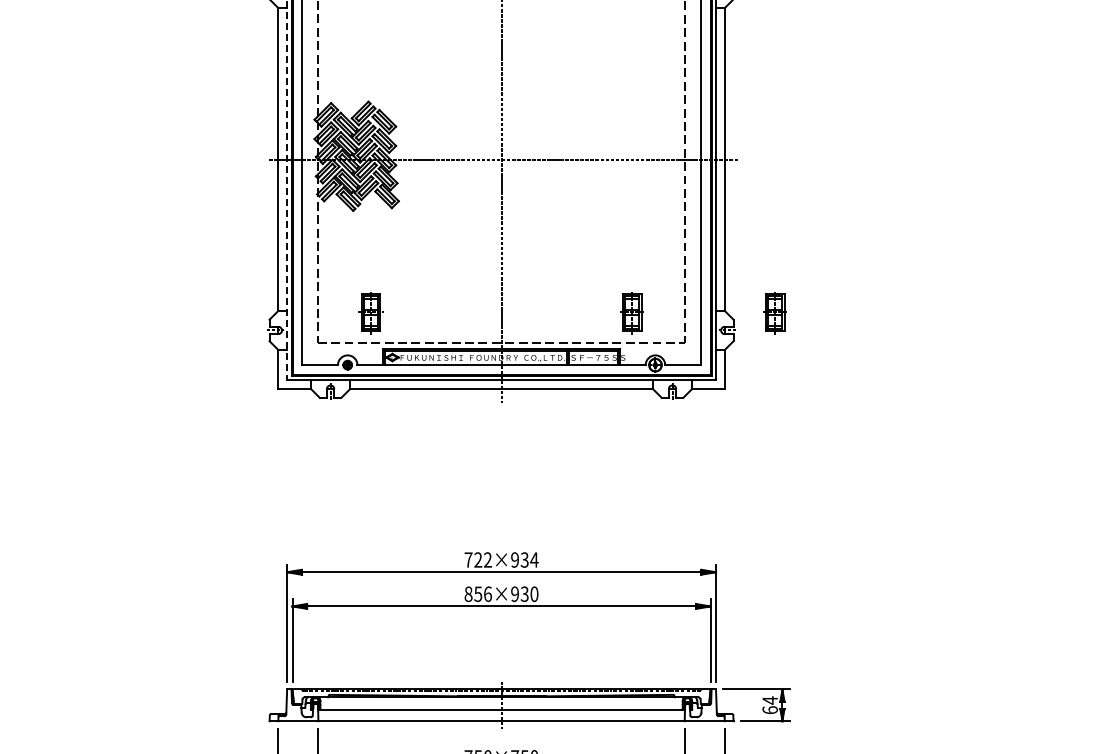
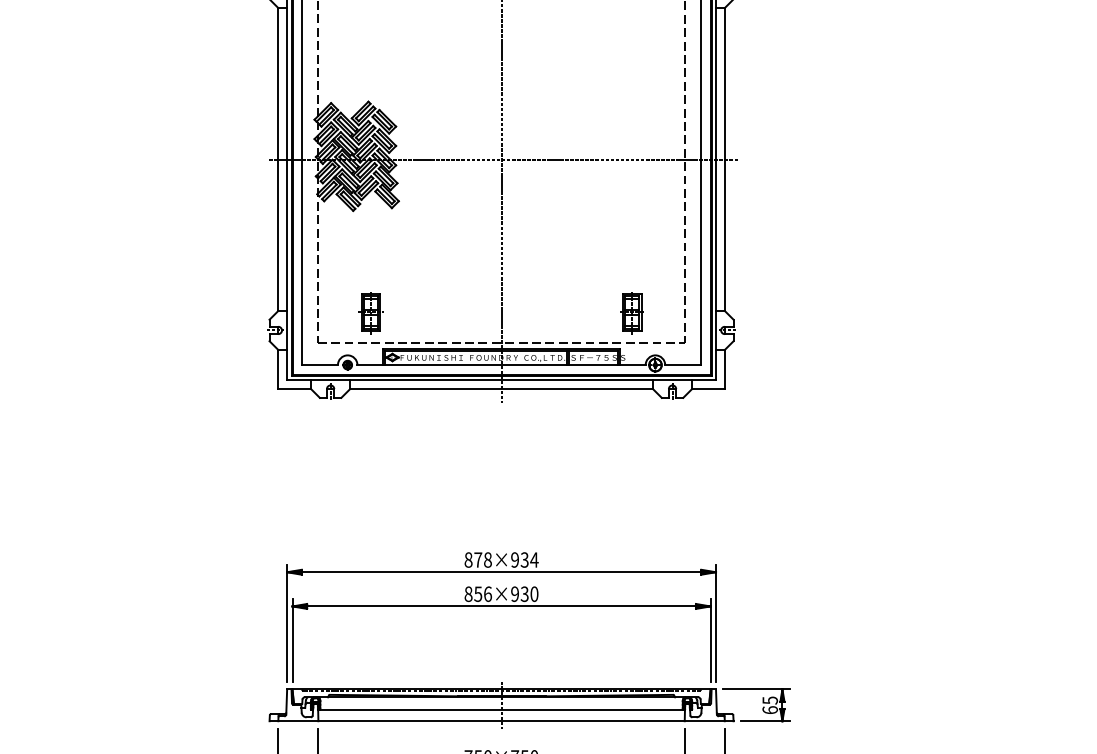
line at (287, 190): dashed -> solid
part at (774, 313): present -> none
text at (477, 559): 722×934 -> 878×934
text at (770, 700): 64 -> 65
